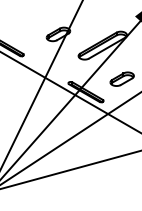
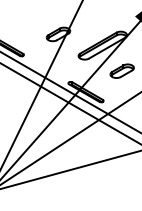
part at (121, 78) position: (121, 78) -> (121, 70)
line at (70, 103): none -> present
